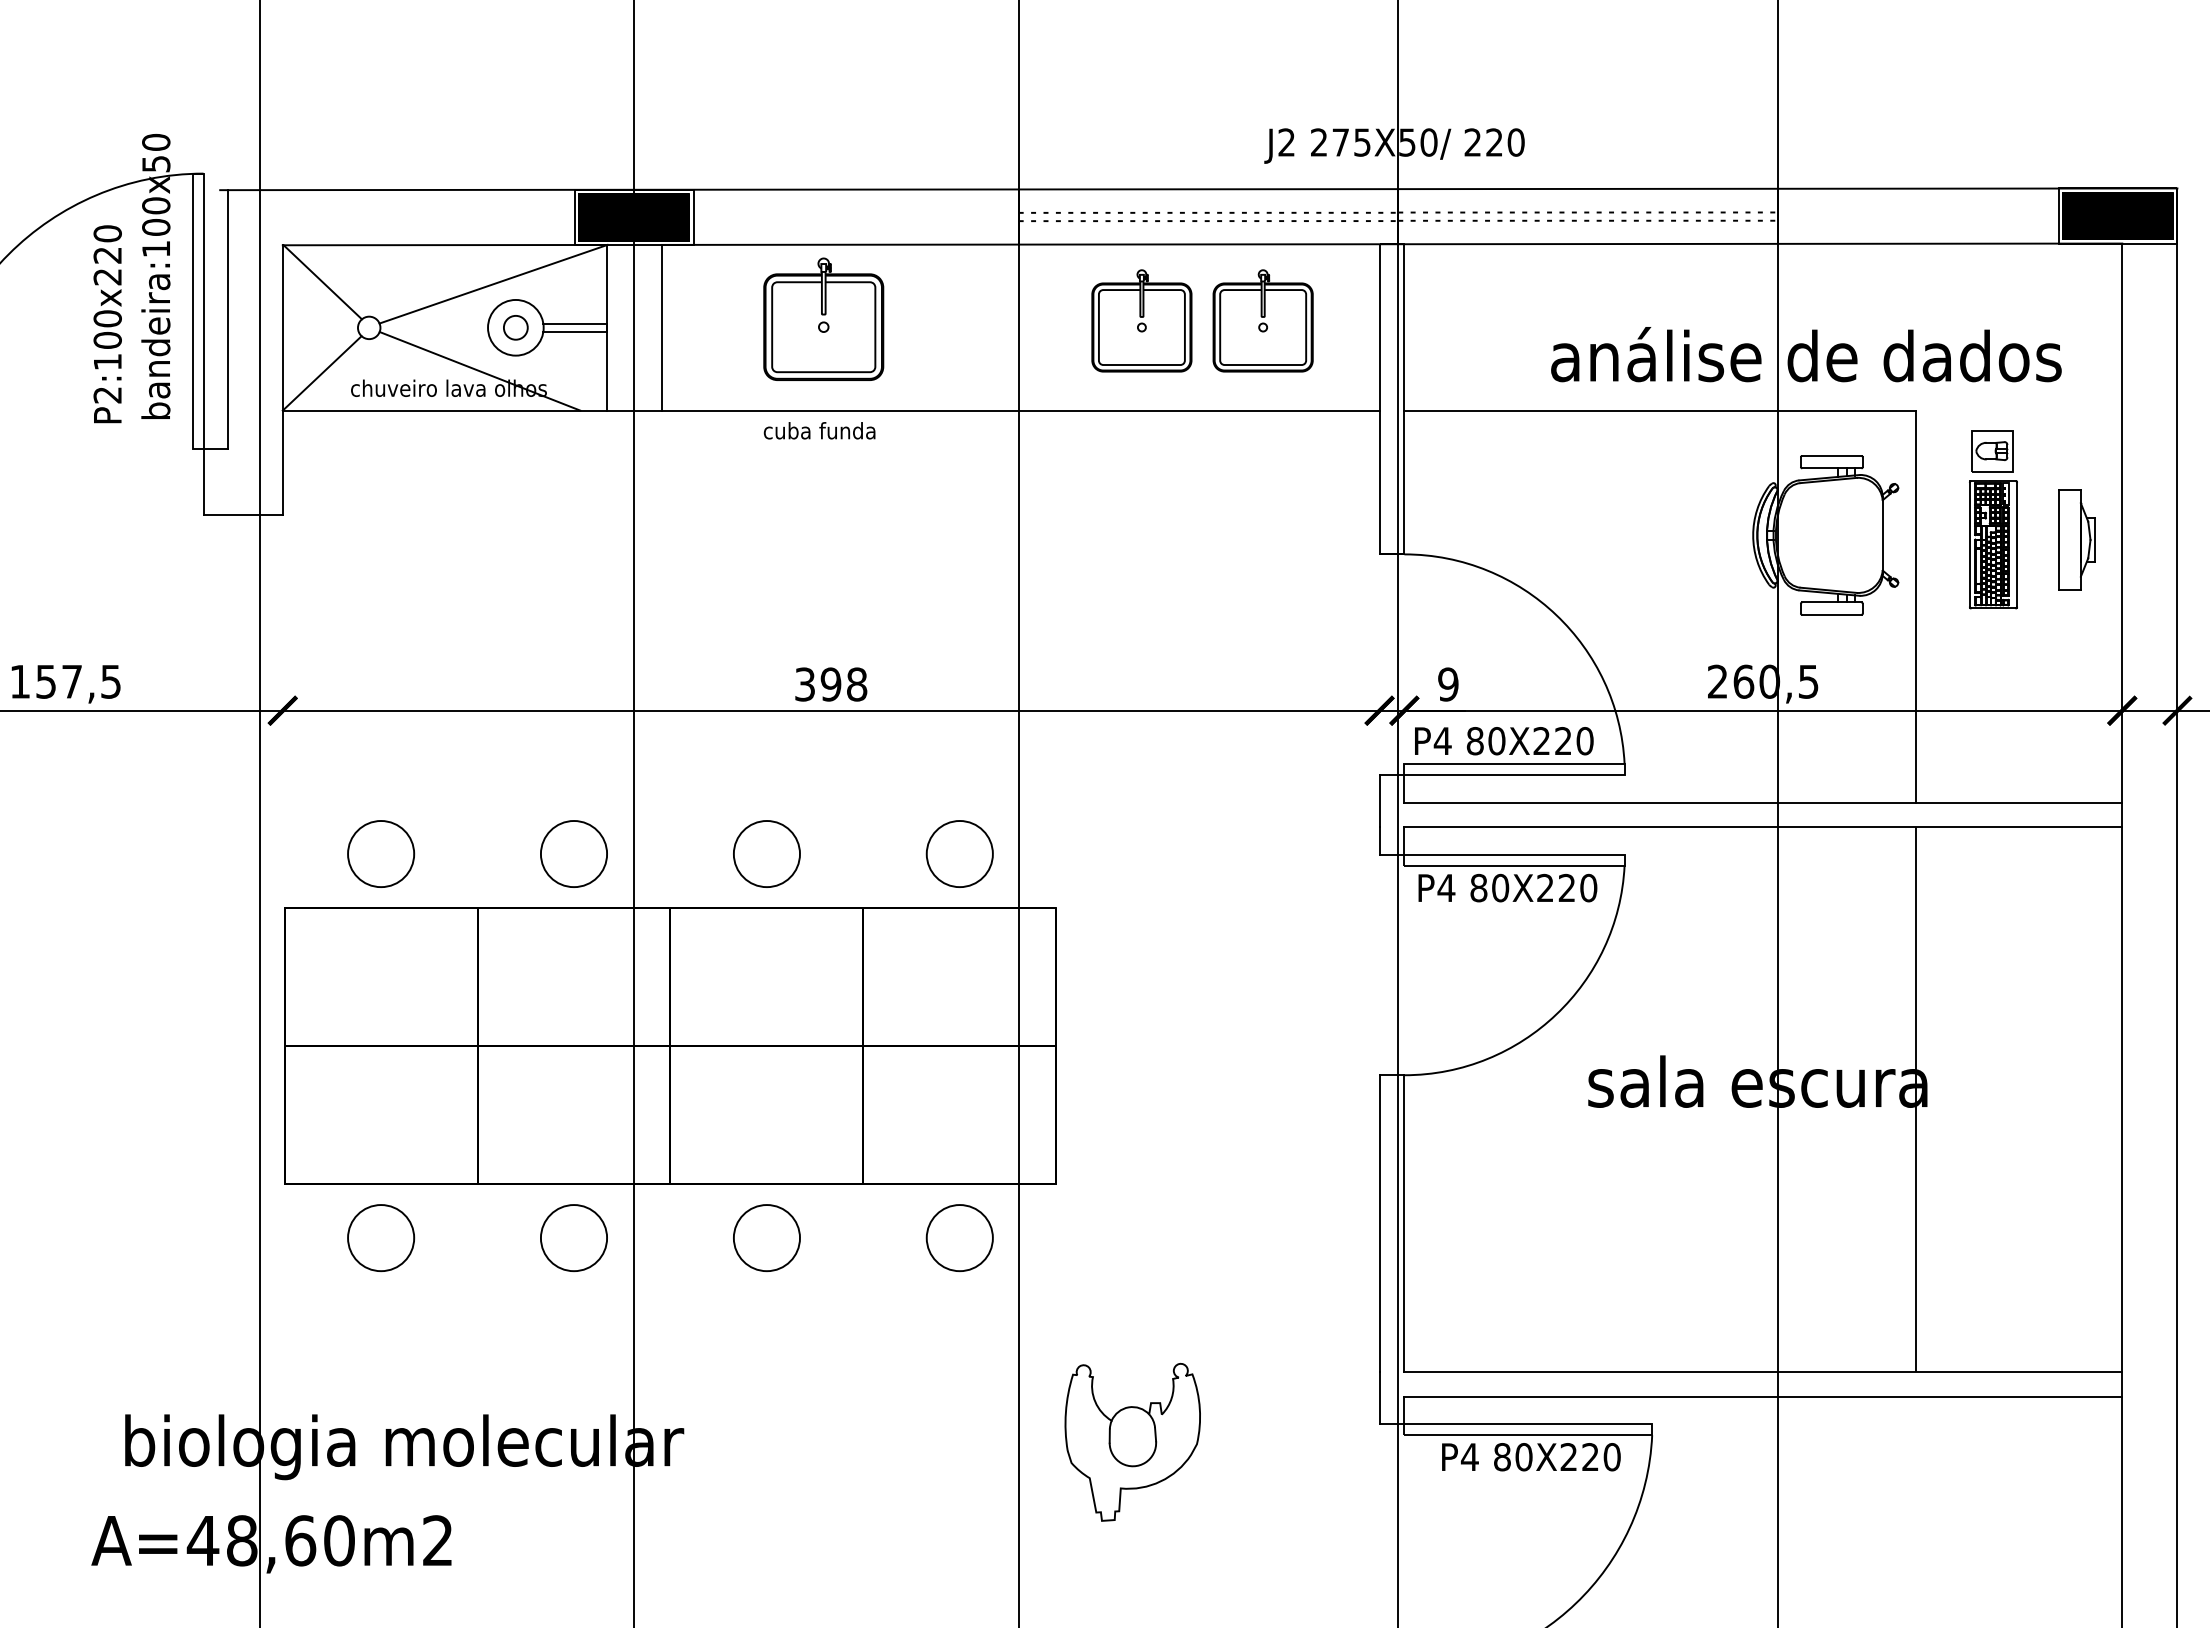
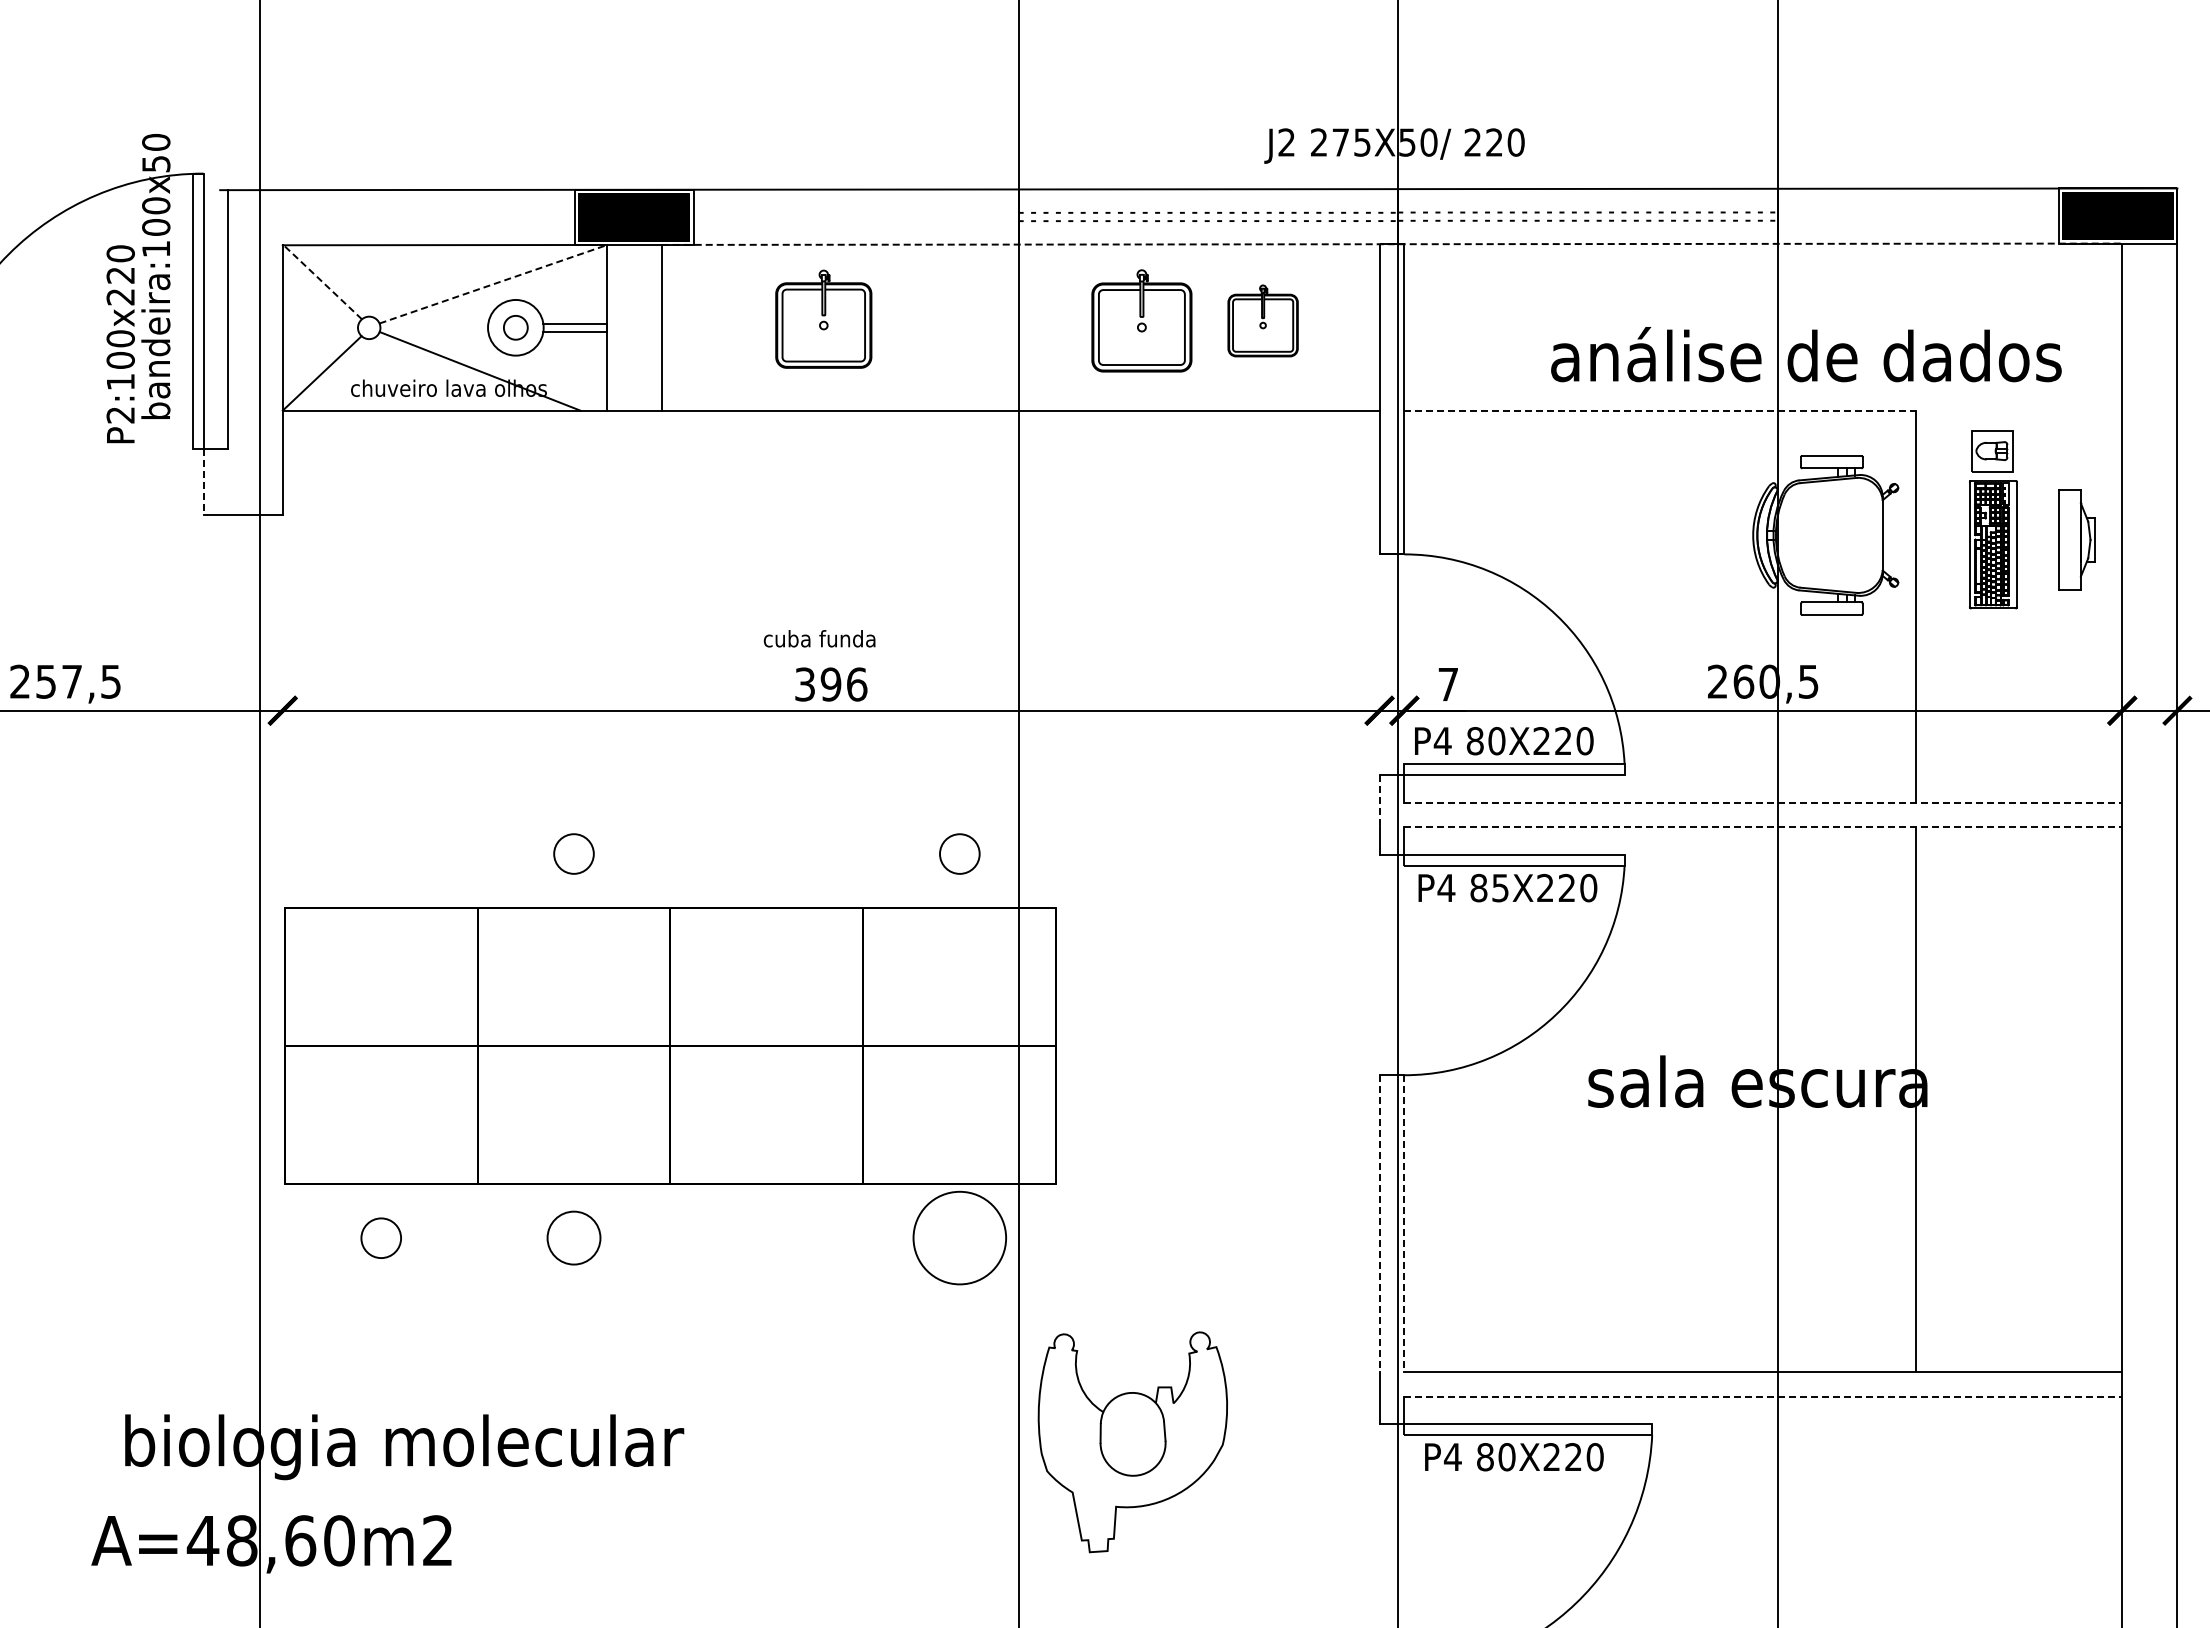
line at (1392, 244): solid -> dashed
line at (322, 282): solid -> dashed
line at (493, 284): solid -> dashed
part at (823, 318) size: 122x124 px -> 98x100 px
part at (1262, 320) size: 102x104 px -> 72x74 px
text at (107, 324) position: (107, 324) -> (120, 344)
line at (1660, 410): solid -> dashed
text at (819, 430) position: (819, 430) -> (819, 638)
line at (203, 482): solid -> dashed
text at (19, 681): 157,5 -> 257,5
text at (857, 684): 398 -> 396
text at (1448, 684): 9 -> 7
line at (1379, 801): solid -> dashed
line at (1763, 802): solid -> dashed
line at (634, 813): present -> none
line at (1763, 827): solid -> dashed
circle at (381, 853): present -> none
circle at (573, 853) size: 68x68 px -> 42x42 px
circle at (766, 853): present -> none
circle at (959, 854) diameter: 66 px -> 40 px
text at (1500, 887): 80X220 -> 85X220
line at (1379, 1224): solid -> dashed
line at (1404, 1224): solid -> dashed
circle at (766, 1237): present -> none
circle at (381, 1238) size: 69x69 px -> 42x42 px
circle at (573, 1238) diameter: 66 px -> 53 px
circle at (959, 1238) diameter: 66 px -> 93 px
line at (1763, 1396): solid -> dashed
part at (1132, 1442) size: 137x159 px -> 191x223 px
text at (1531, 1457) position: (1531, 1457) -> (1514, 1457)
